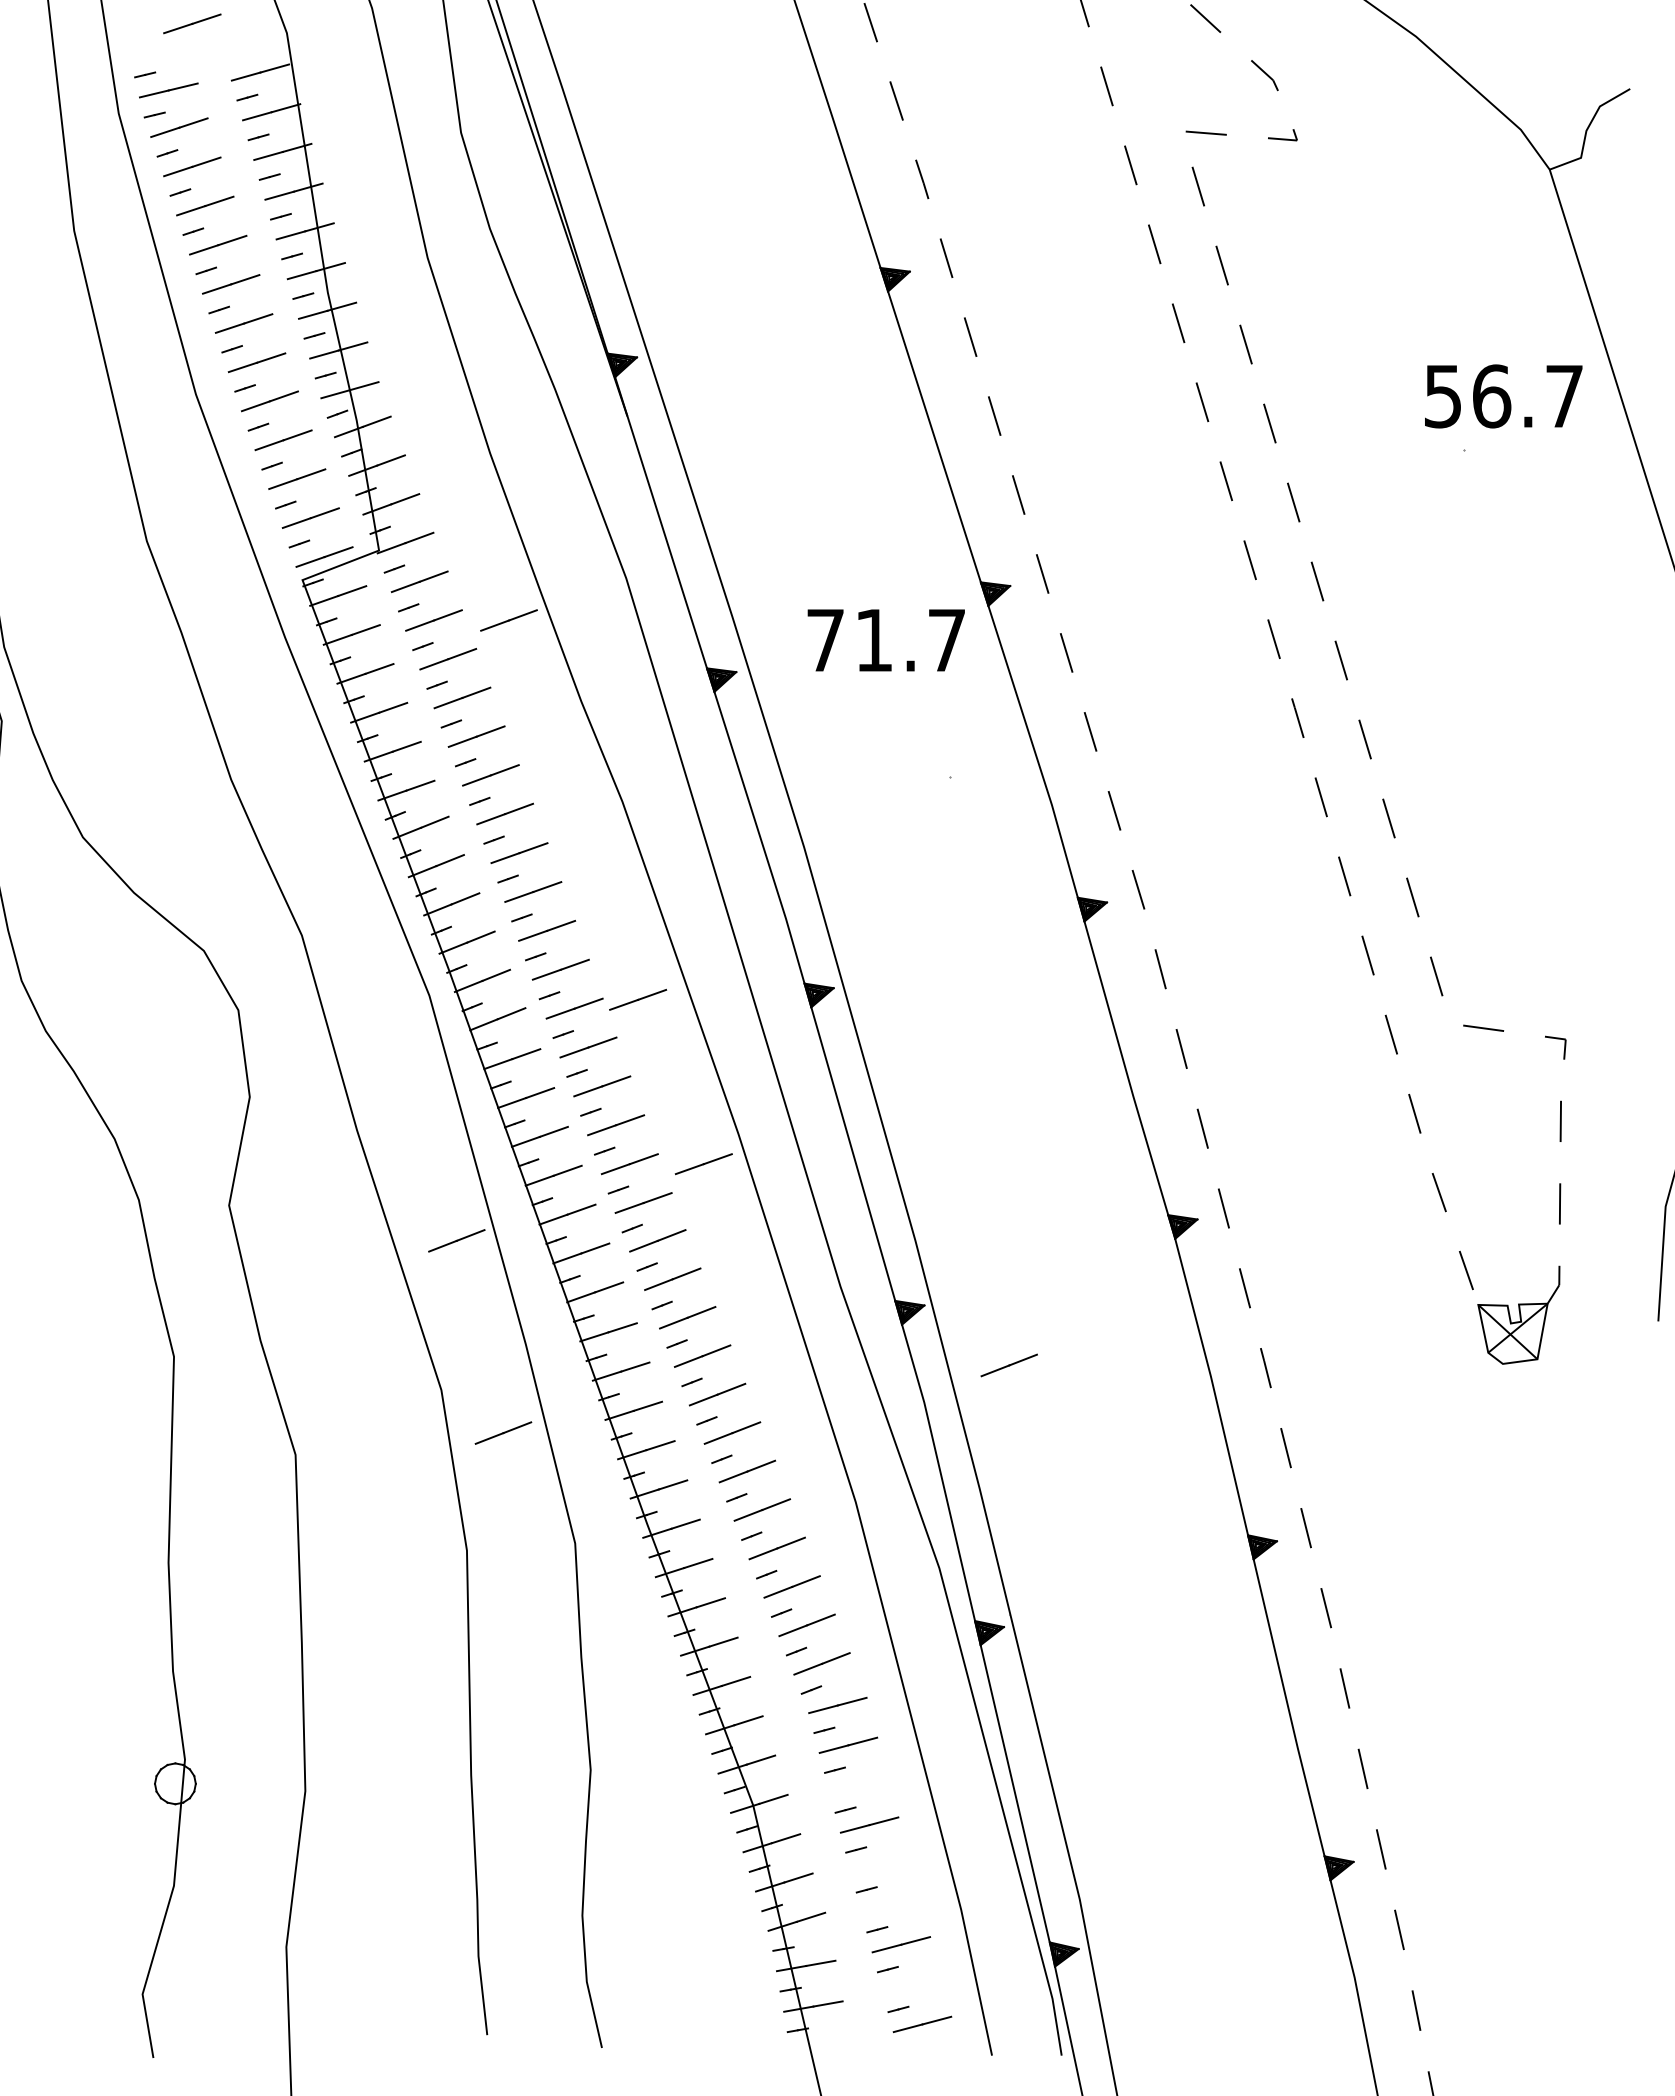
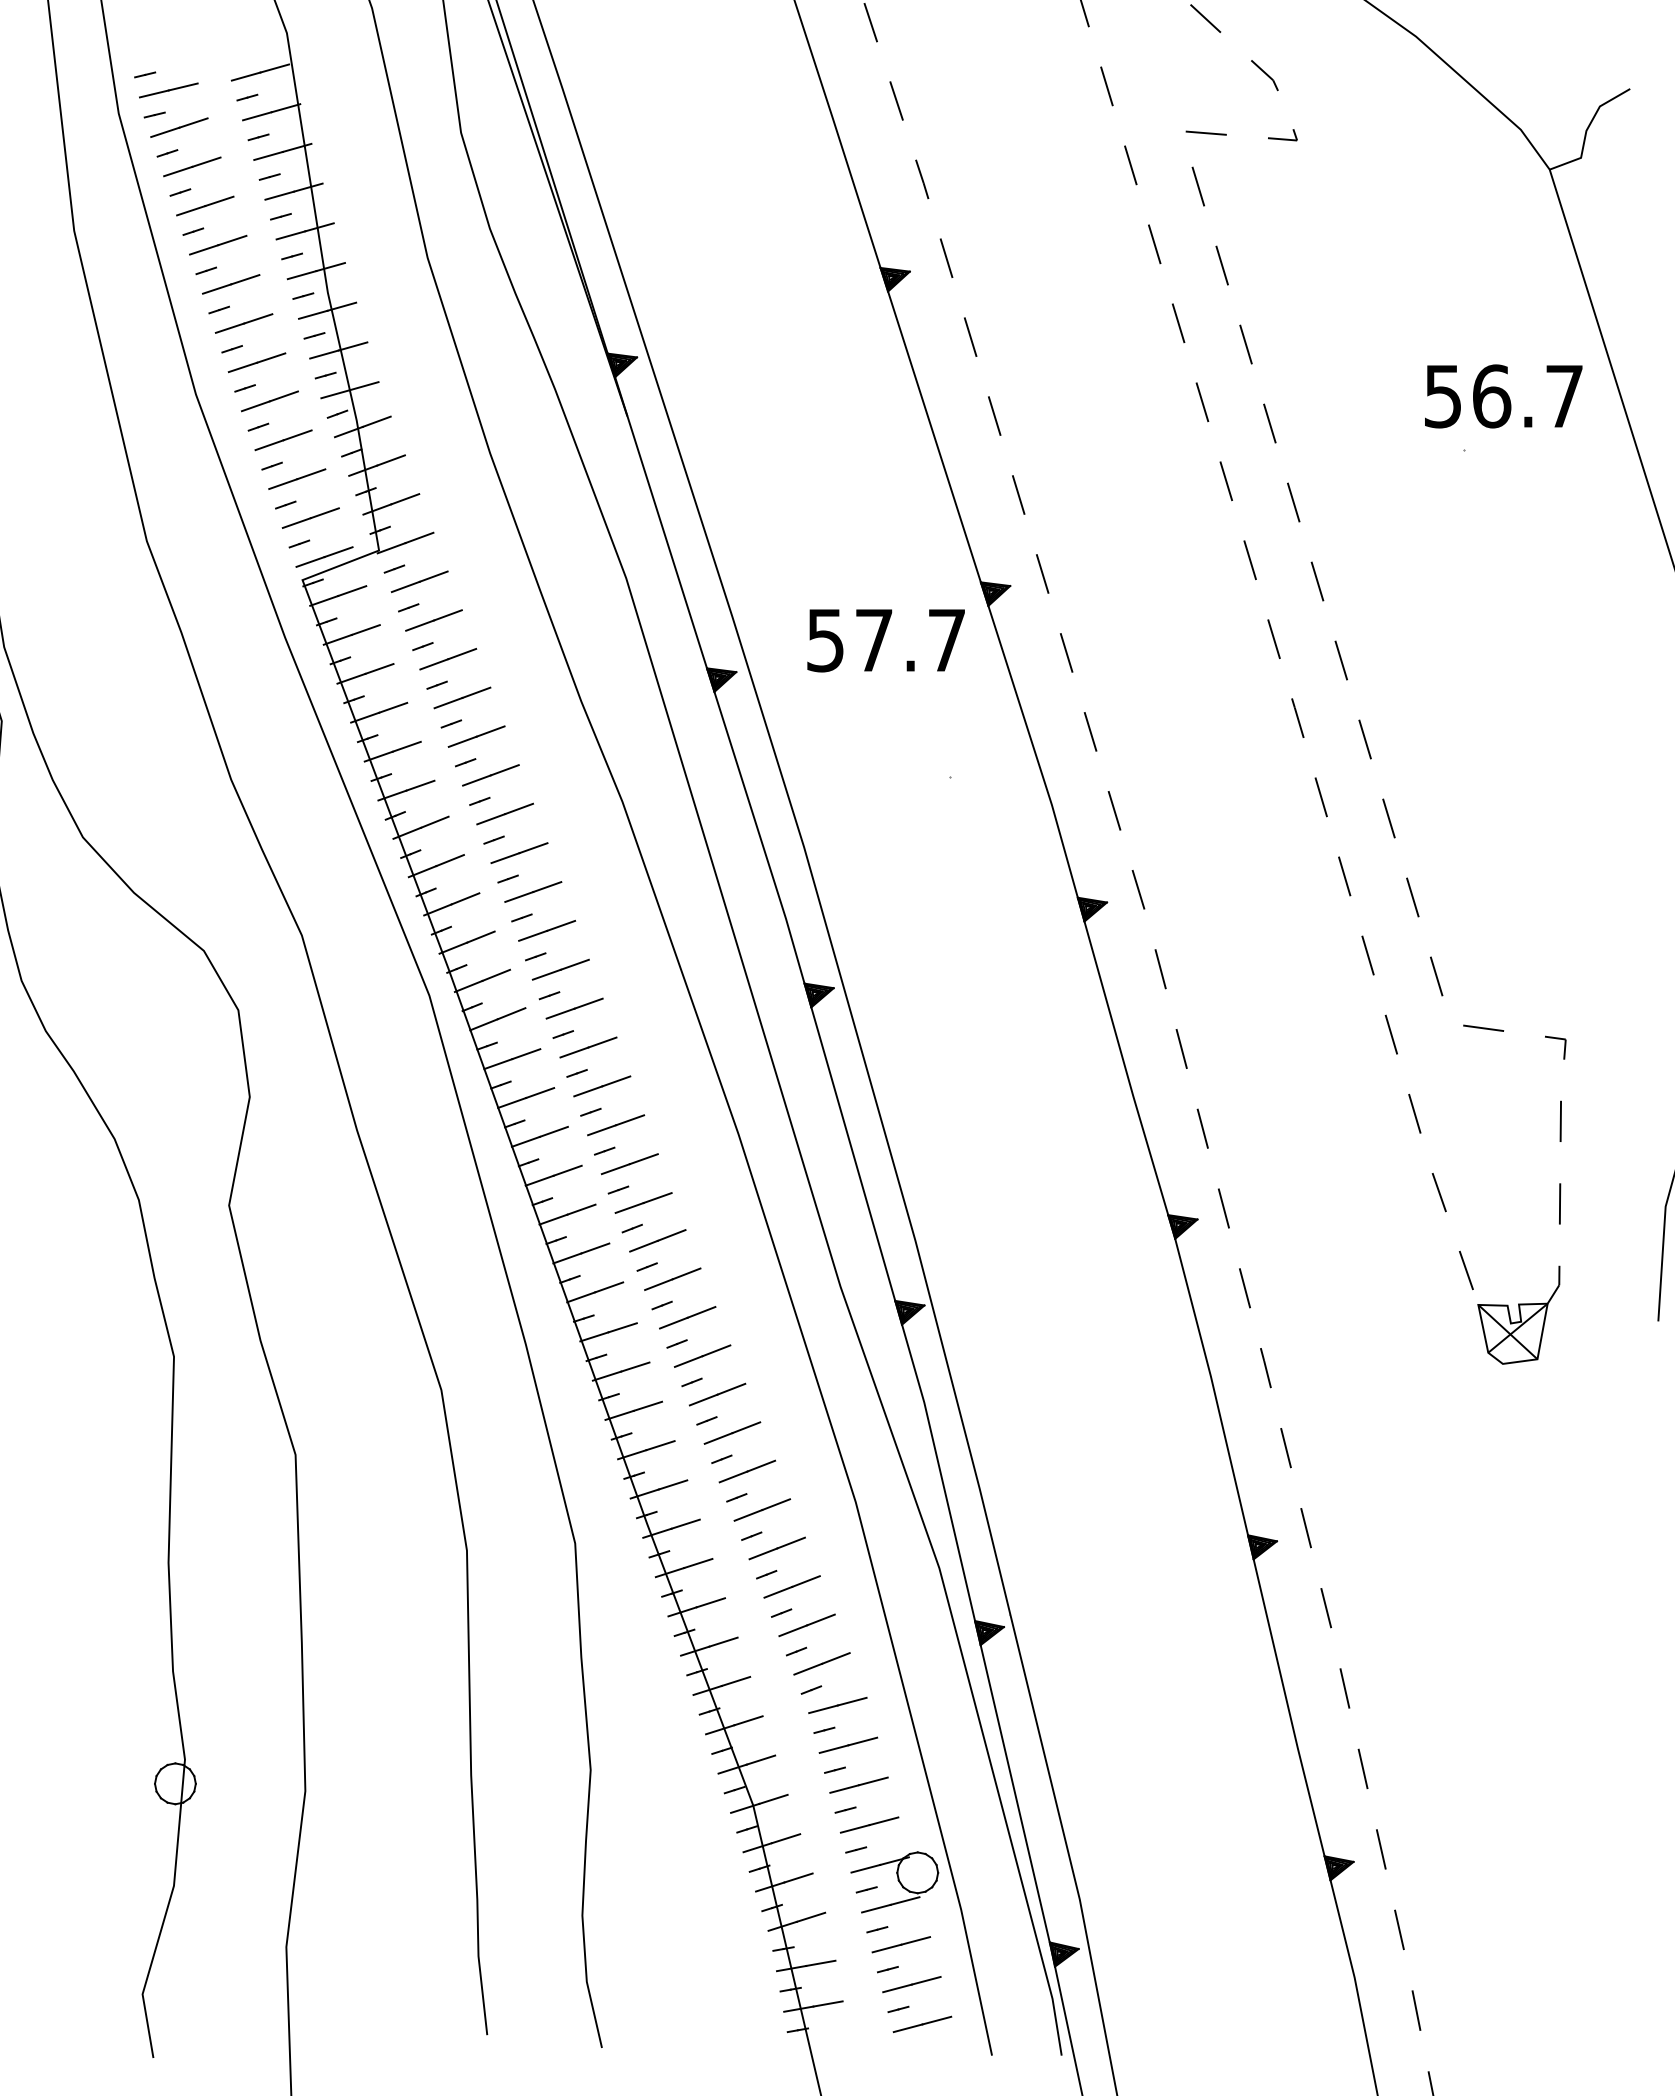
line at (192, 23): present -> none
line at (508, 620): present -> none
text at (849, 640): 71.7 -> 57.7
line at (638, 999): present -> none
line at (703, 1164): present -> none
line at (456, 1240): present -> none
line at (1008, 1365): present -> none
line at (503, 1432): present -> none
line at (858, 1784): none -> present
part at (894, 1882): none -> present
line at (911, 1984): none -> present
